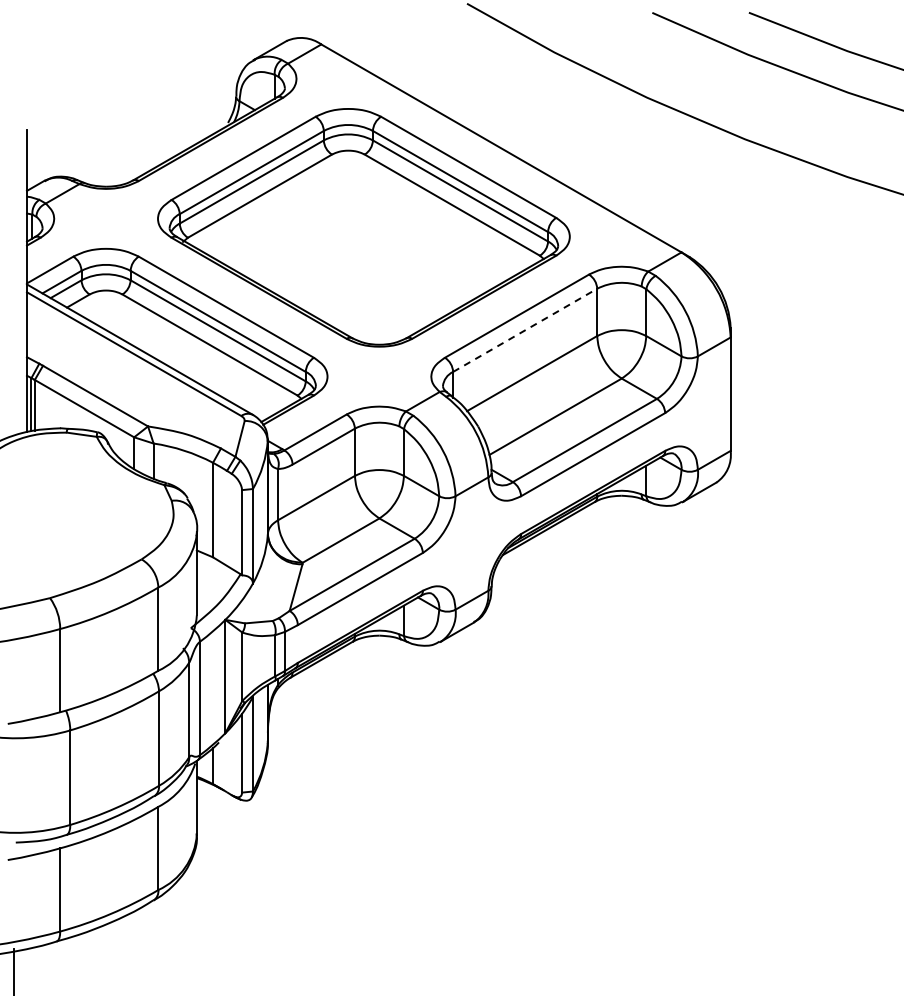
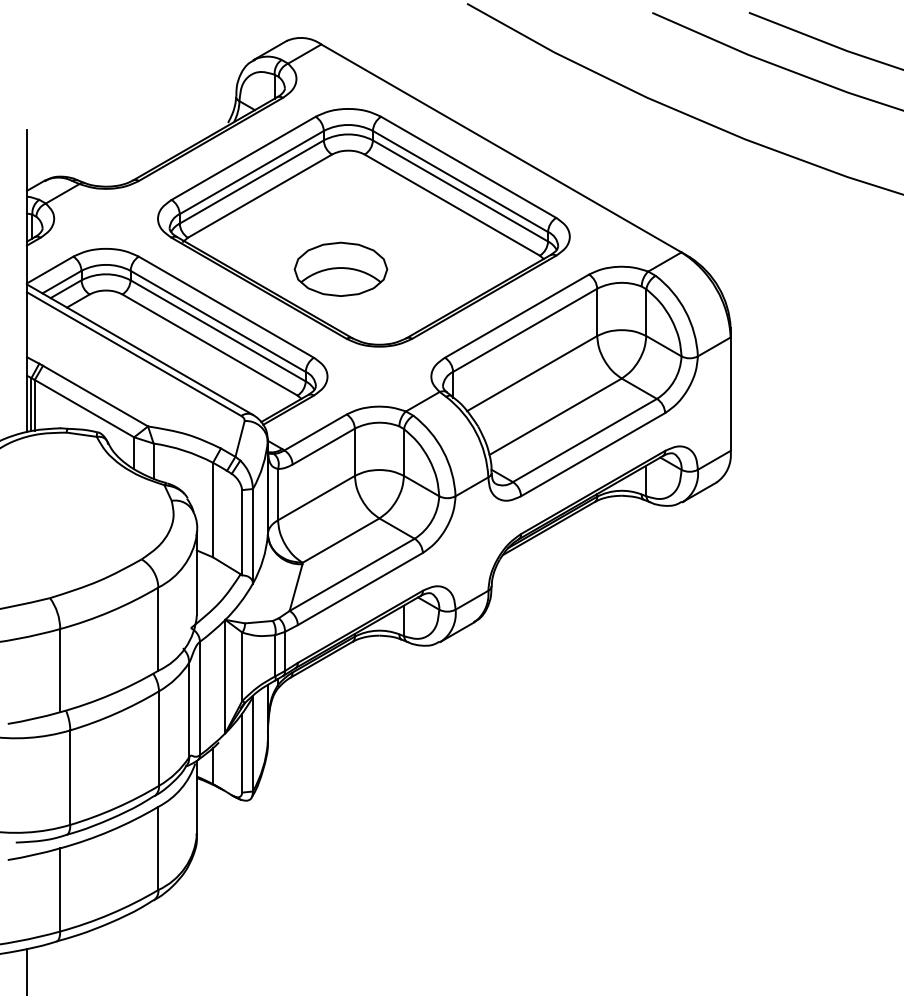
part at (340, 268): none -> present
line at (525, 330): dashed -> solid
line at (14, 970) position: (14, 970) -> (27, 970)
